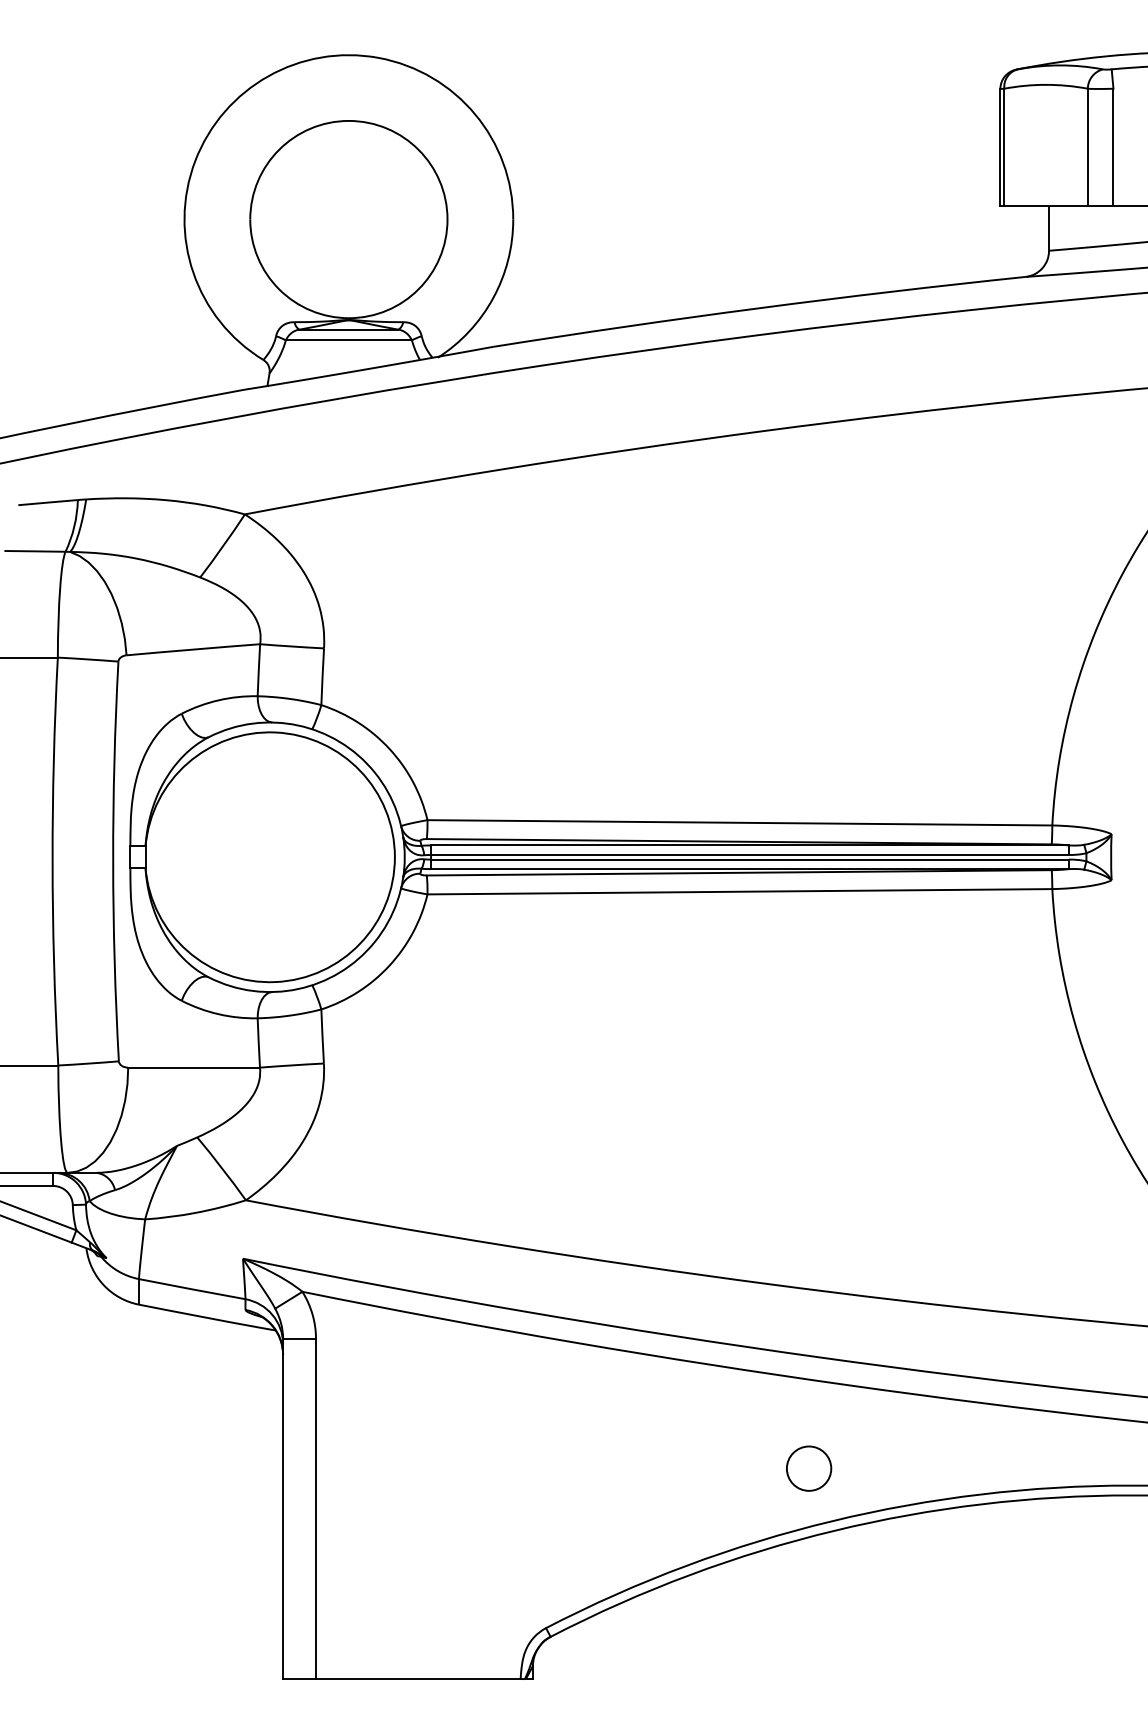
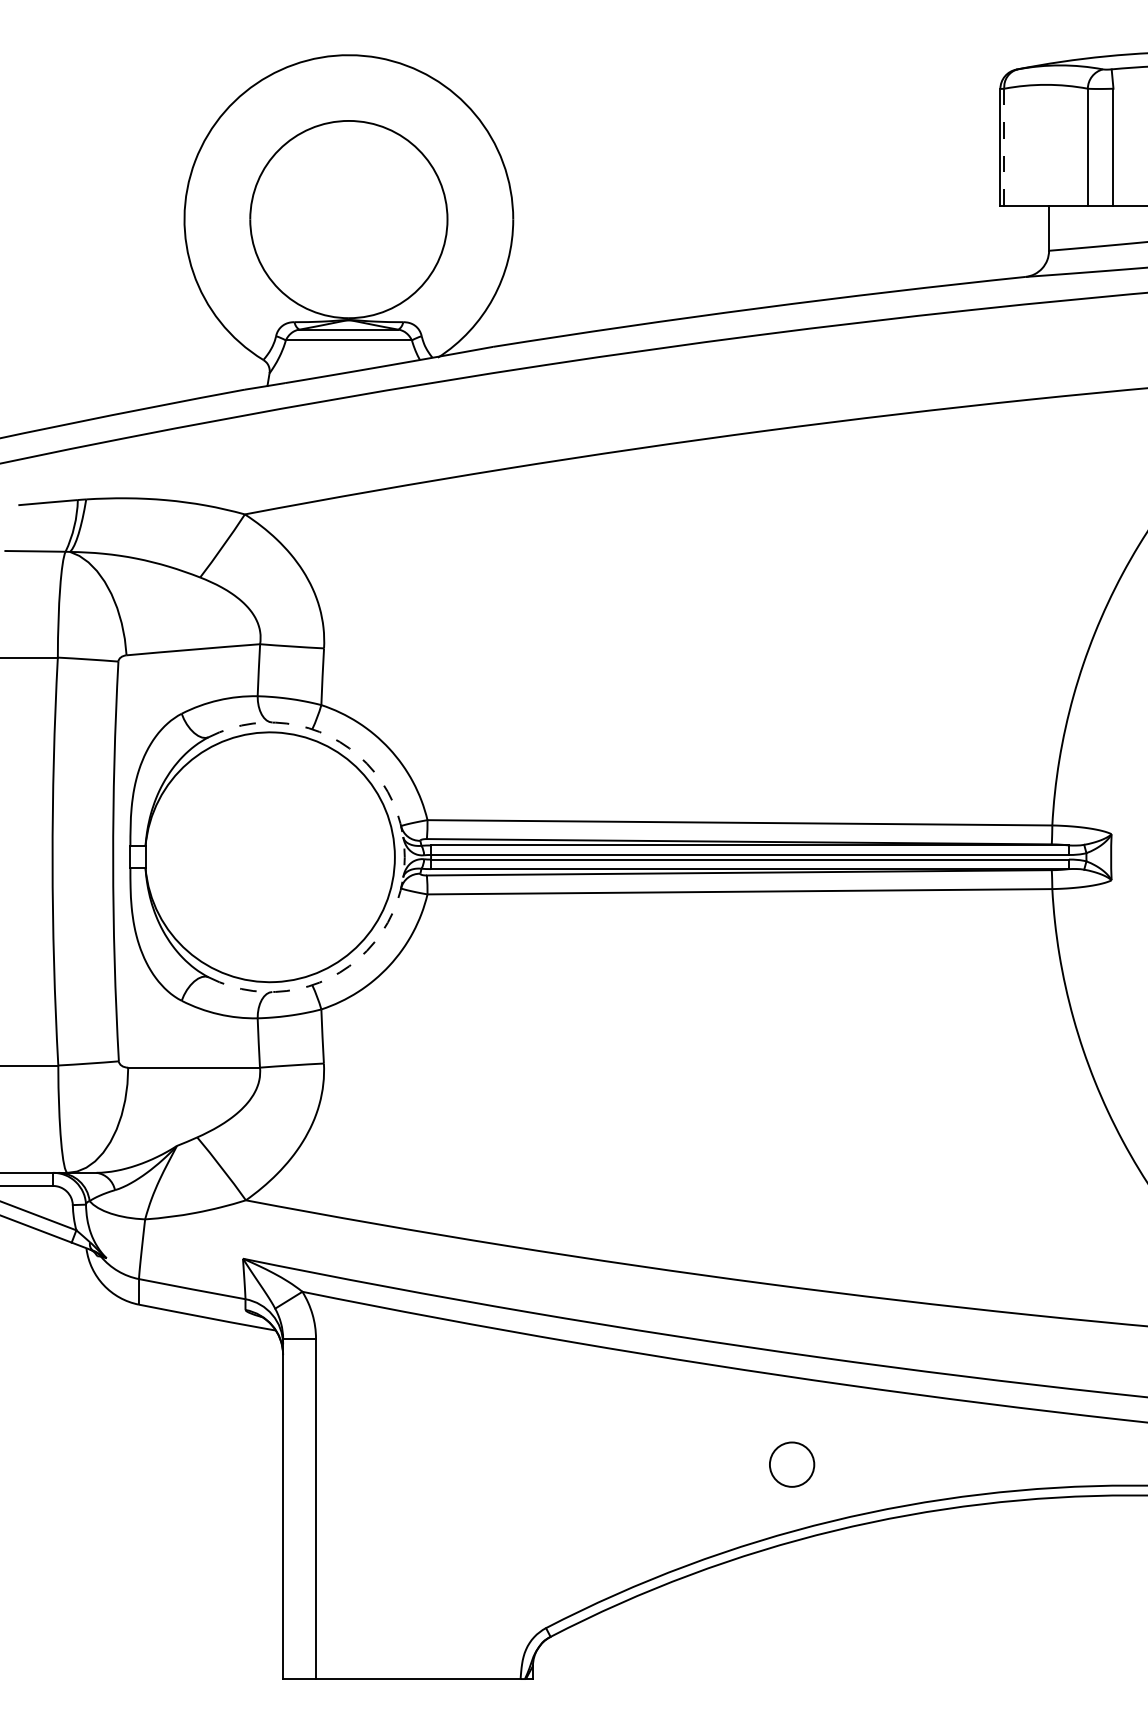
line at (1004, 147): solid -> dashed
arc at (404, 857): solid -> dashed
circle at (809, 1468) position: (809, 1468) -> (792, 1464)
